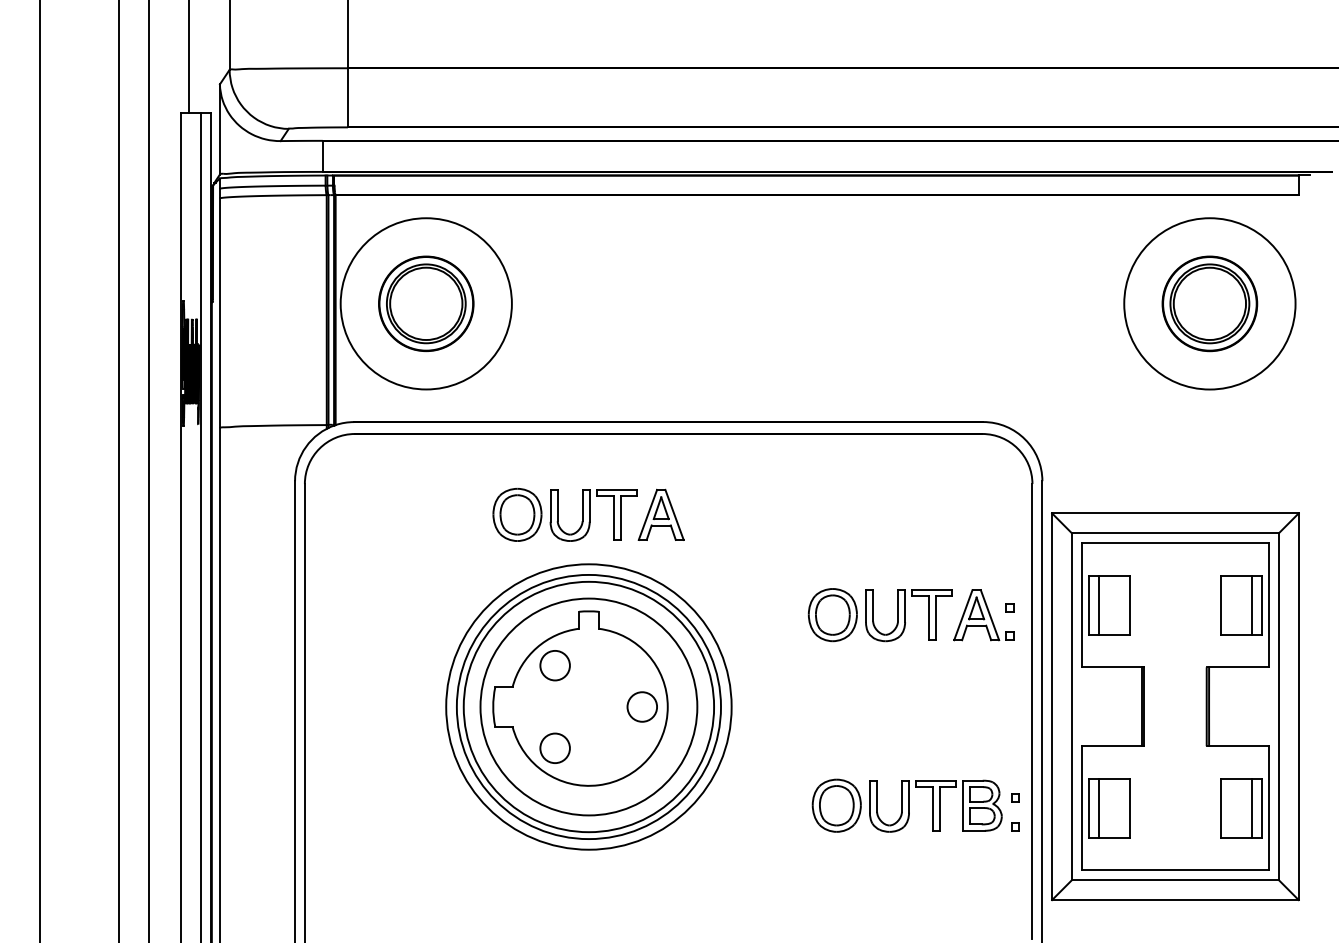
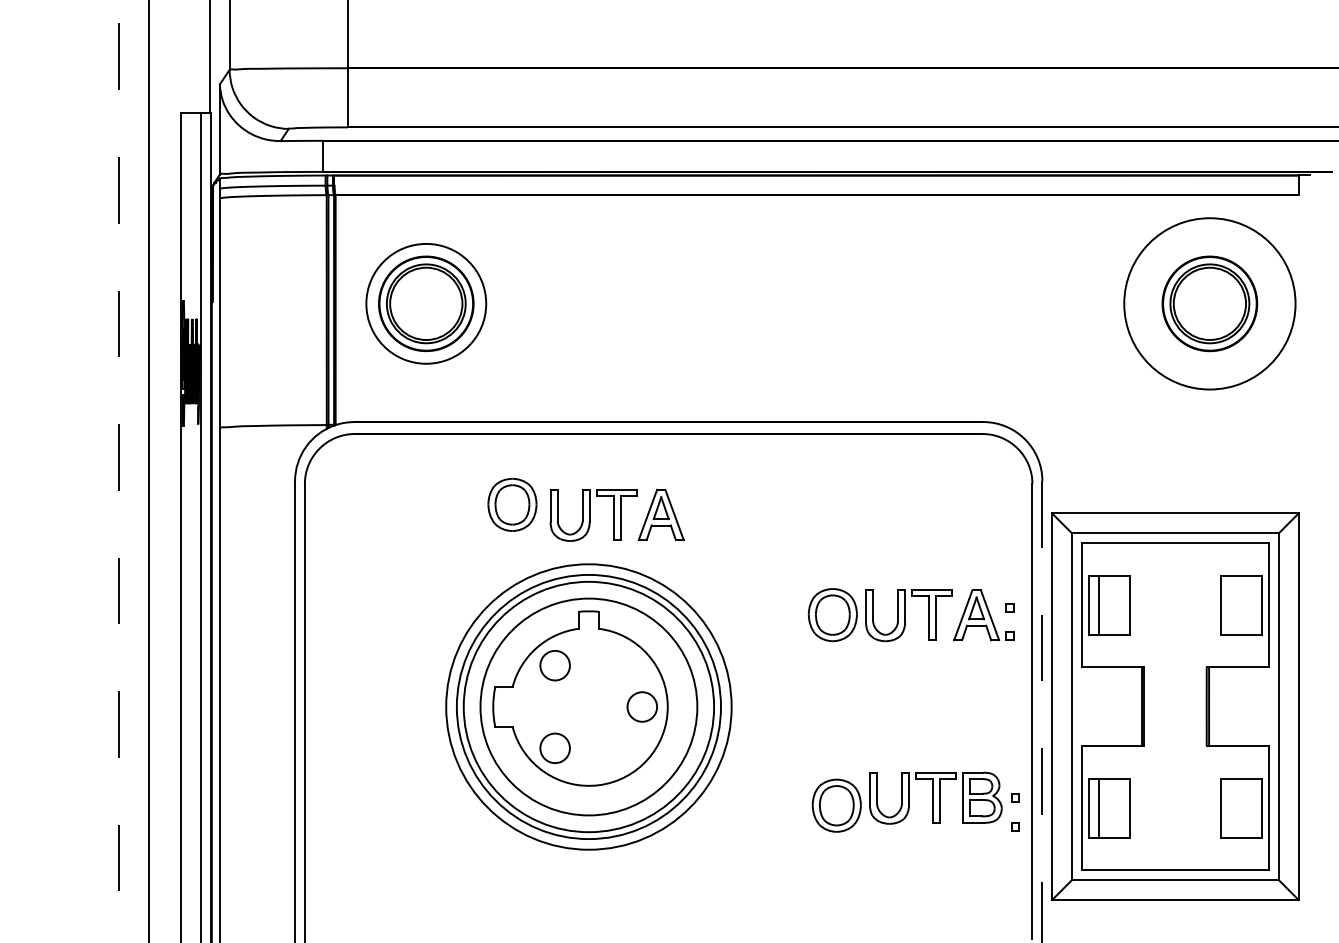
line at (188, 57) position: (188, 57) -> (209, 57)
circle at (425, 303) diameter: 171 px -> 120 px
line at (40, 470): present -> none
line at (118, 471): solid -> dashed
part at (517, 514) position: (517, 514) -> (512, 504)
line at (1252, 604): present -> none
line at (1042, 712): solid -> dashed
part at (935, 805) position: (935, 805) -> (935, 797)
line at (1252, 807): present -> none
